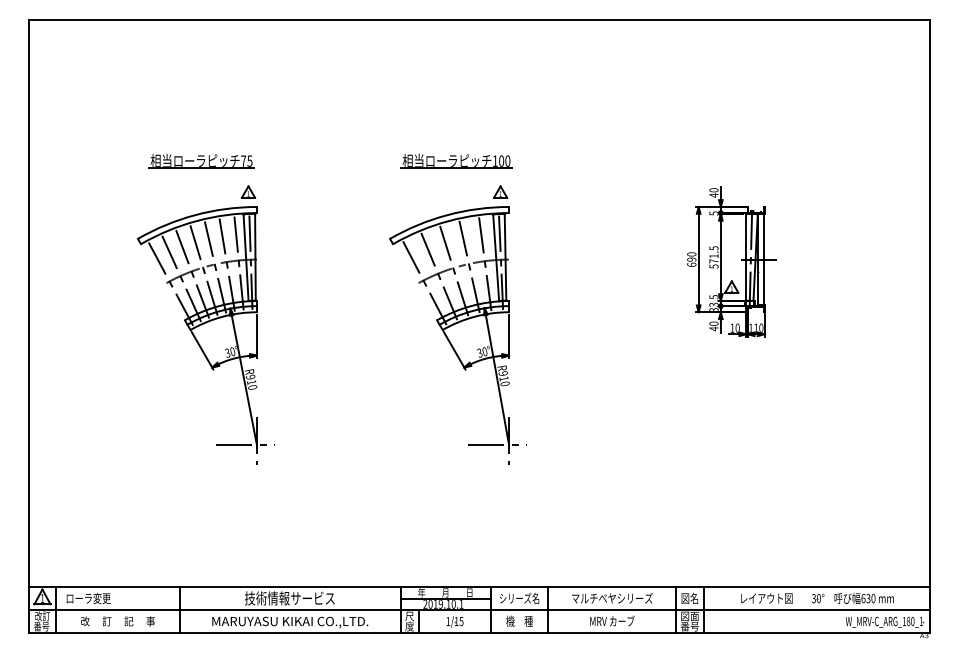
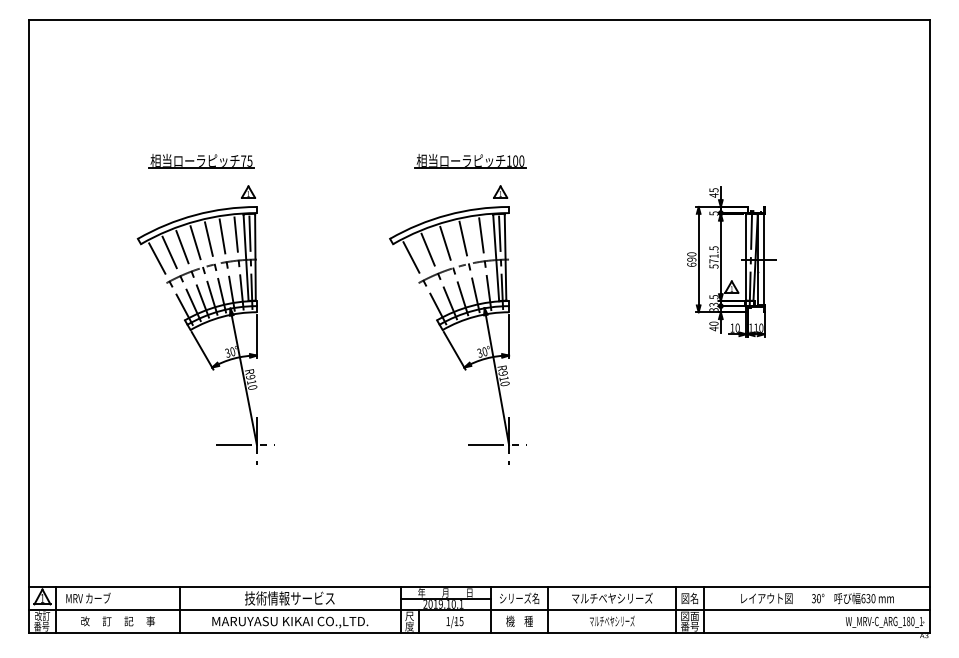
part at (456, 161) position: (456, 161) -> (470, 161)
text at (713, 190): 40 -> 45
text at (88, 598): ローラ変更 -> MRV カーブ
text at (612, 620): MRV カーブ -> マルチベヤシリーズ
